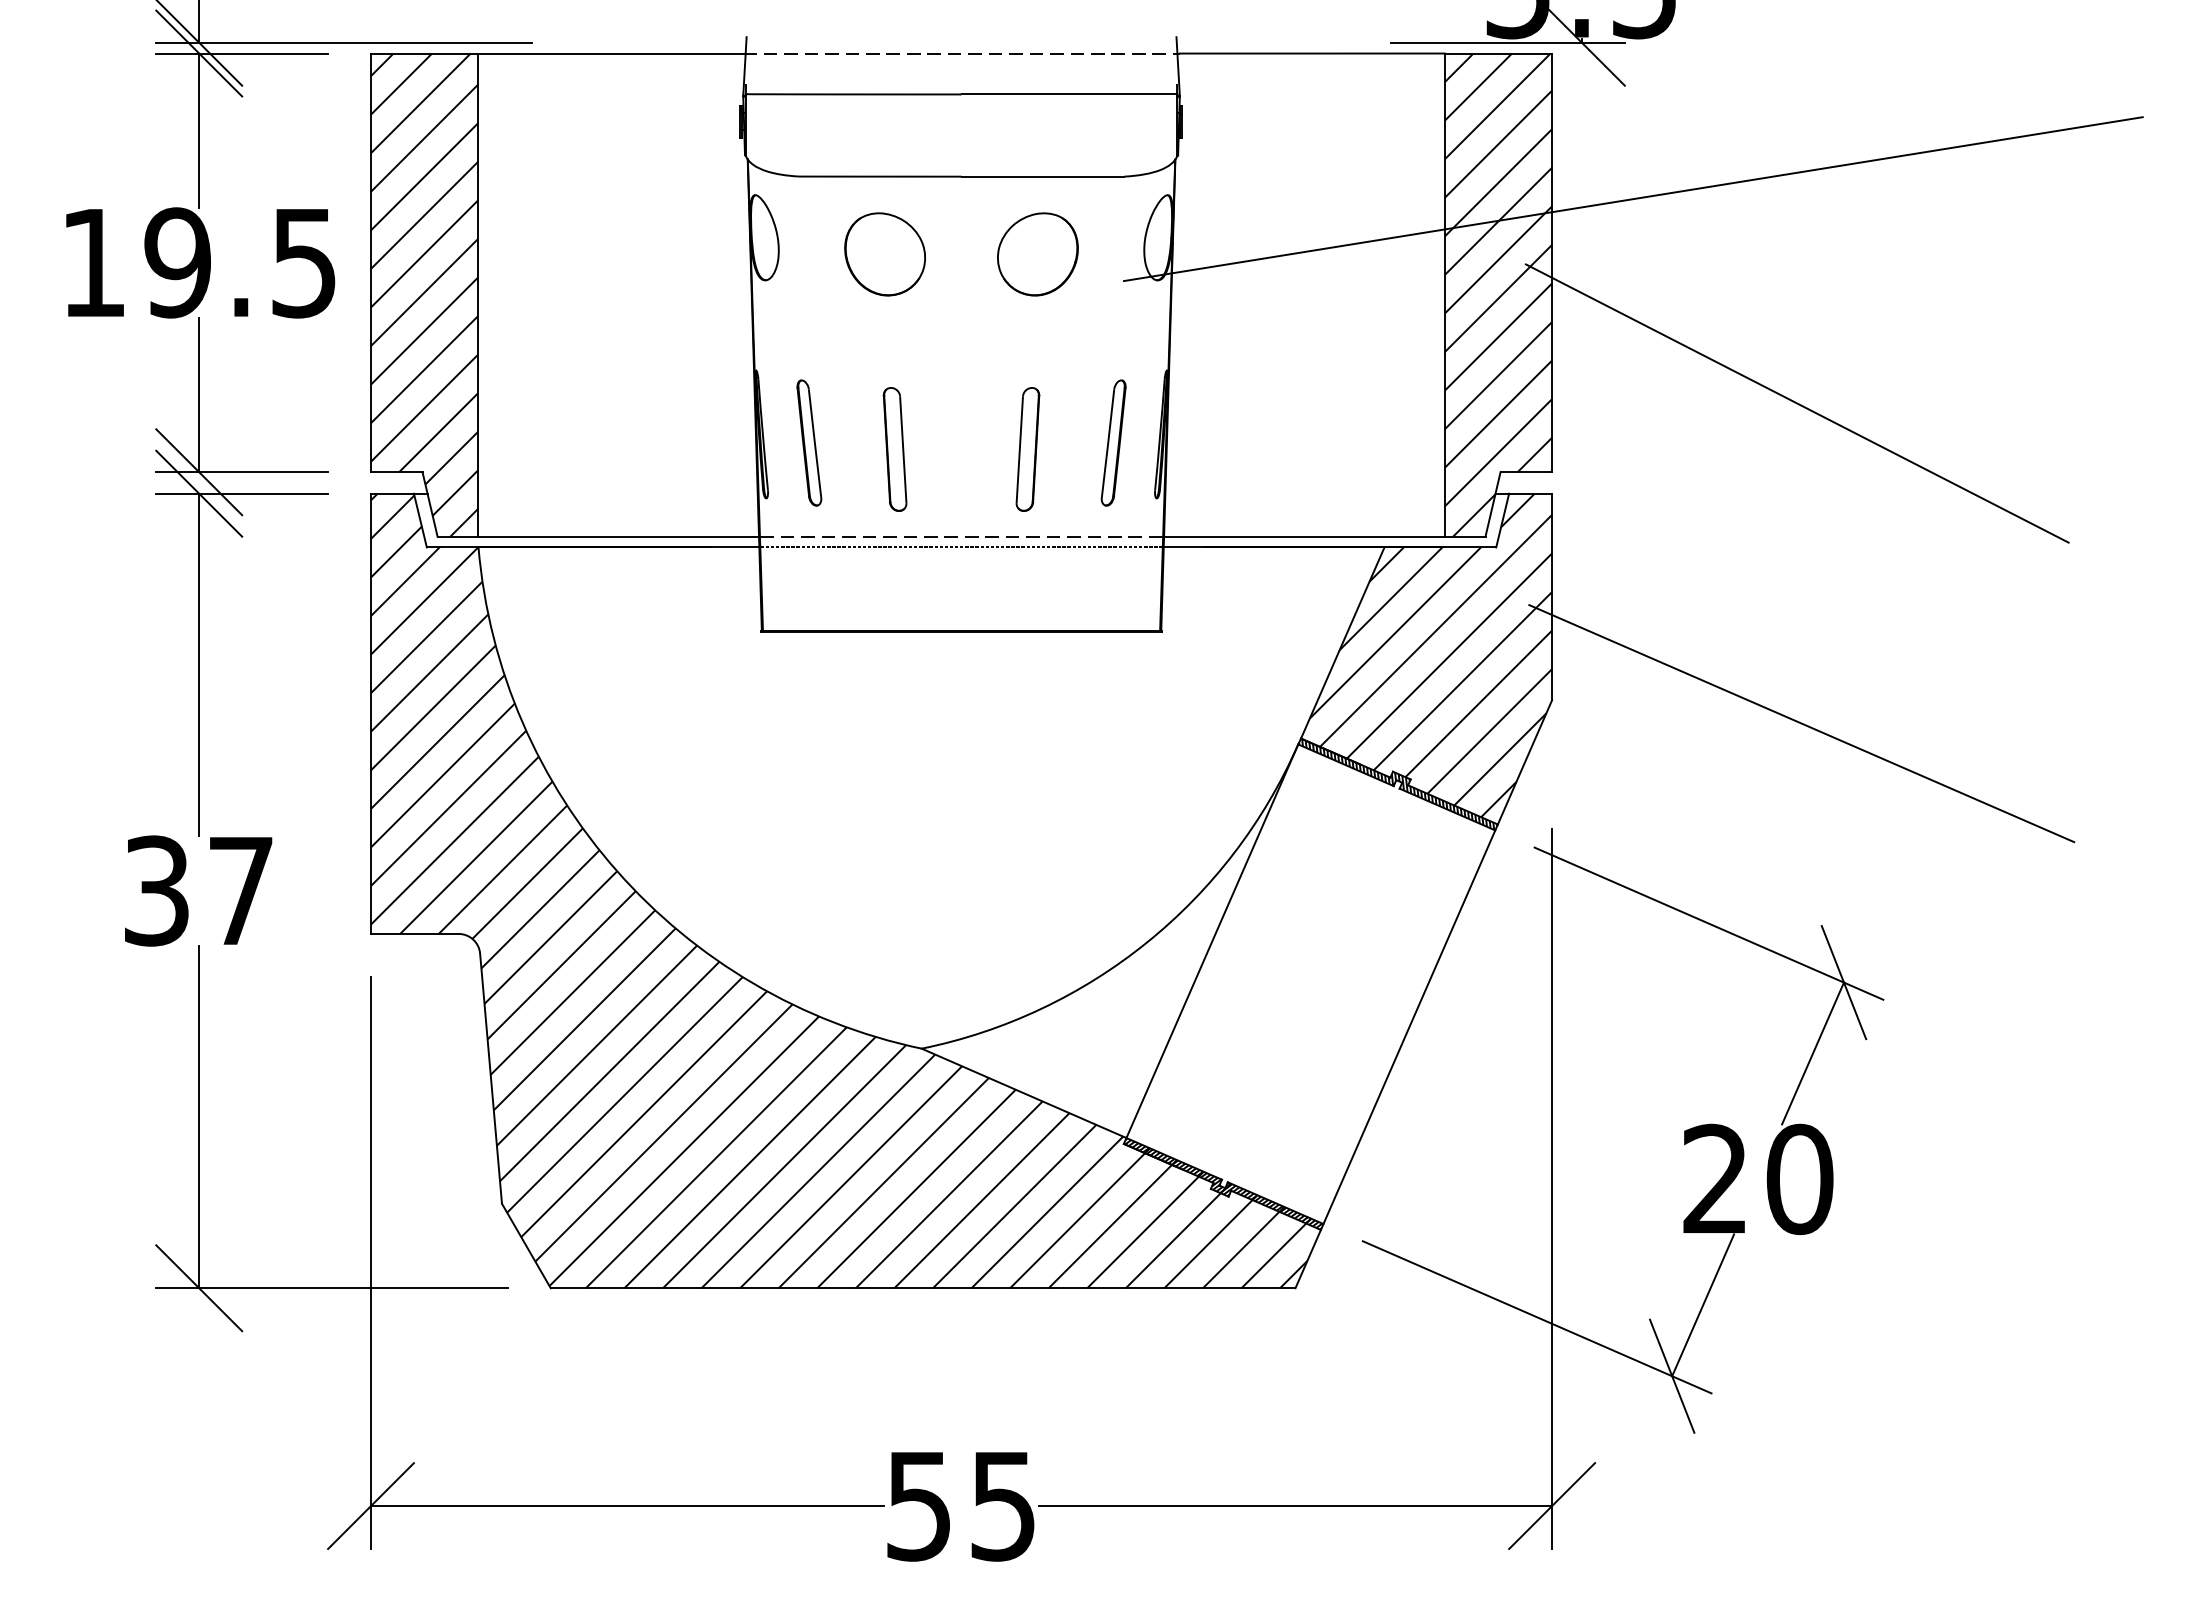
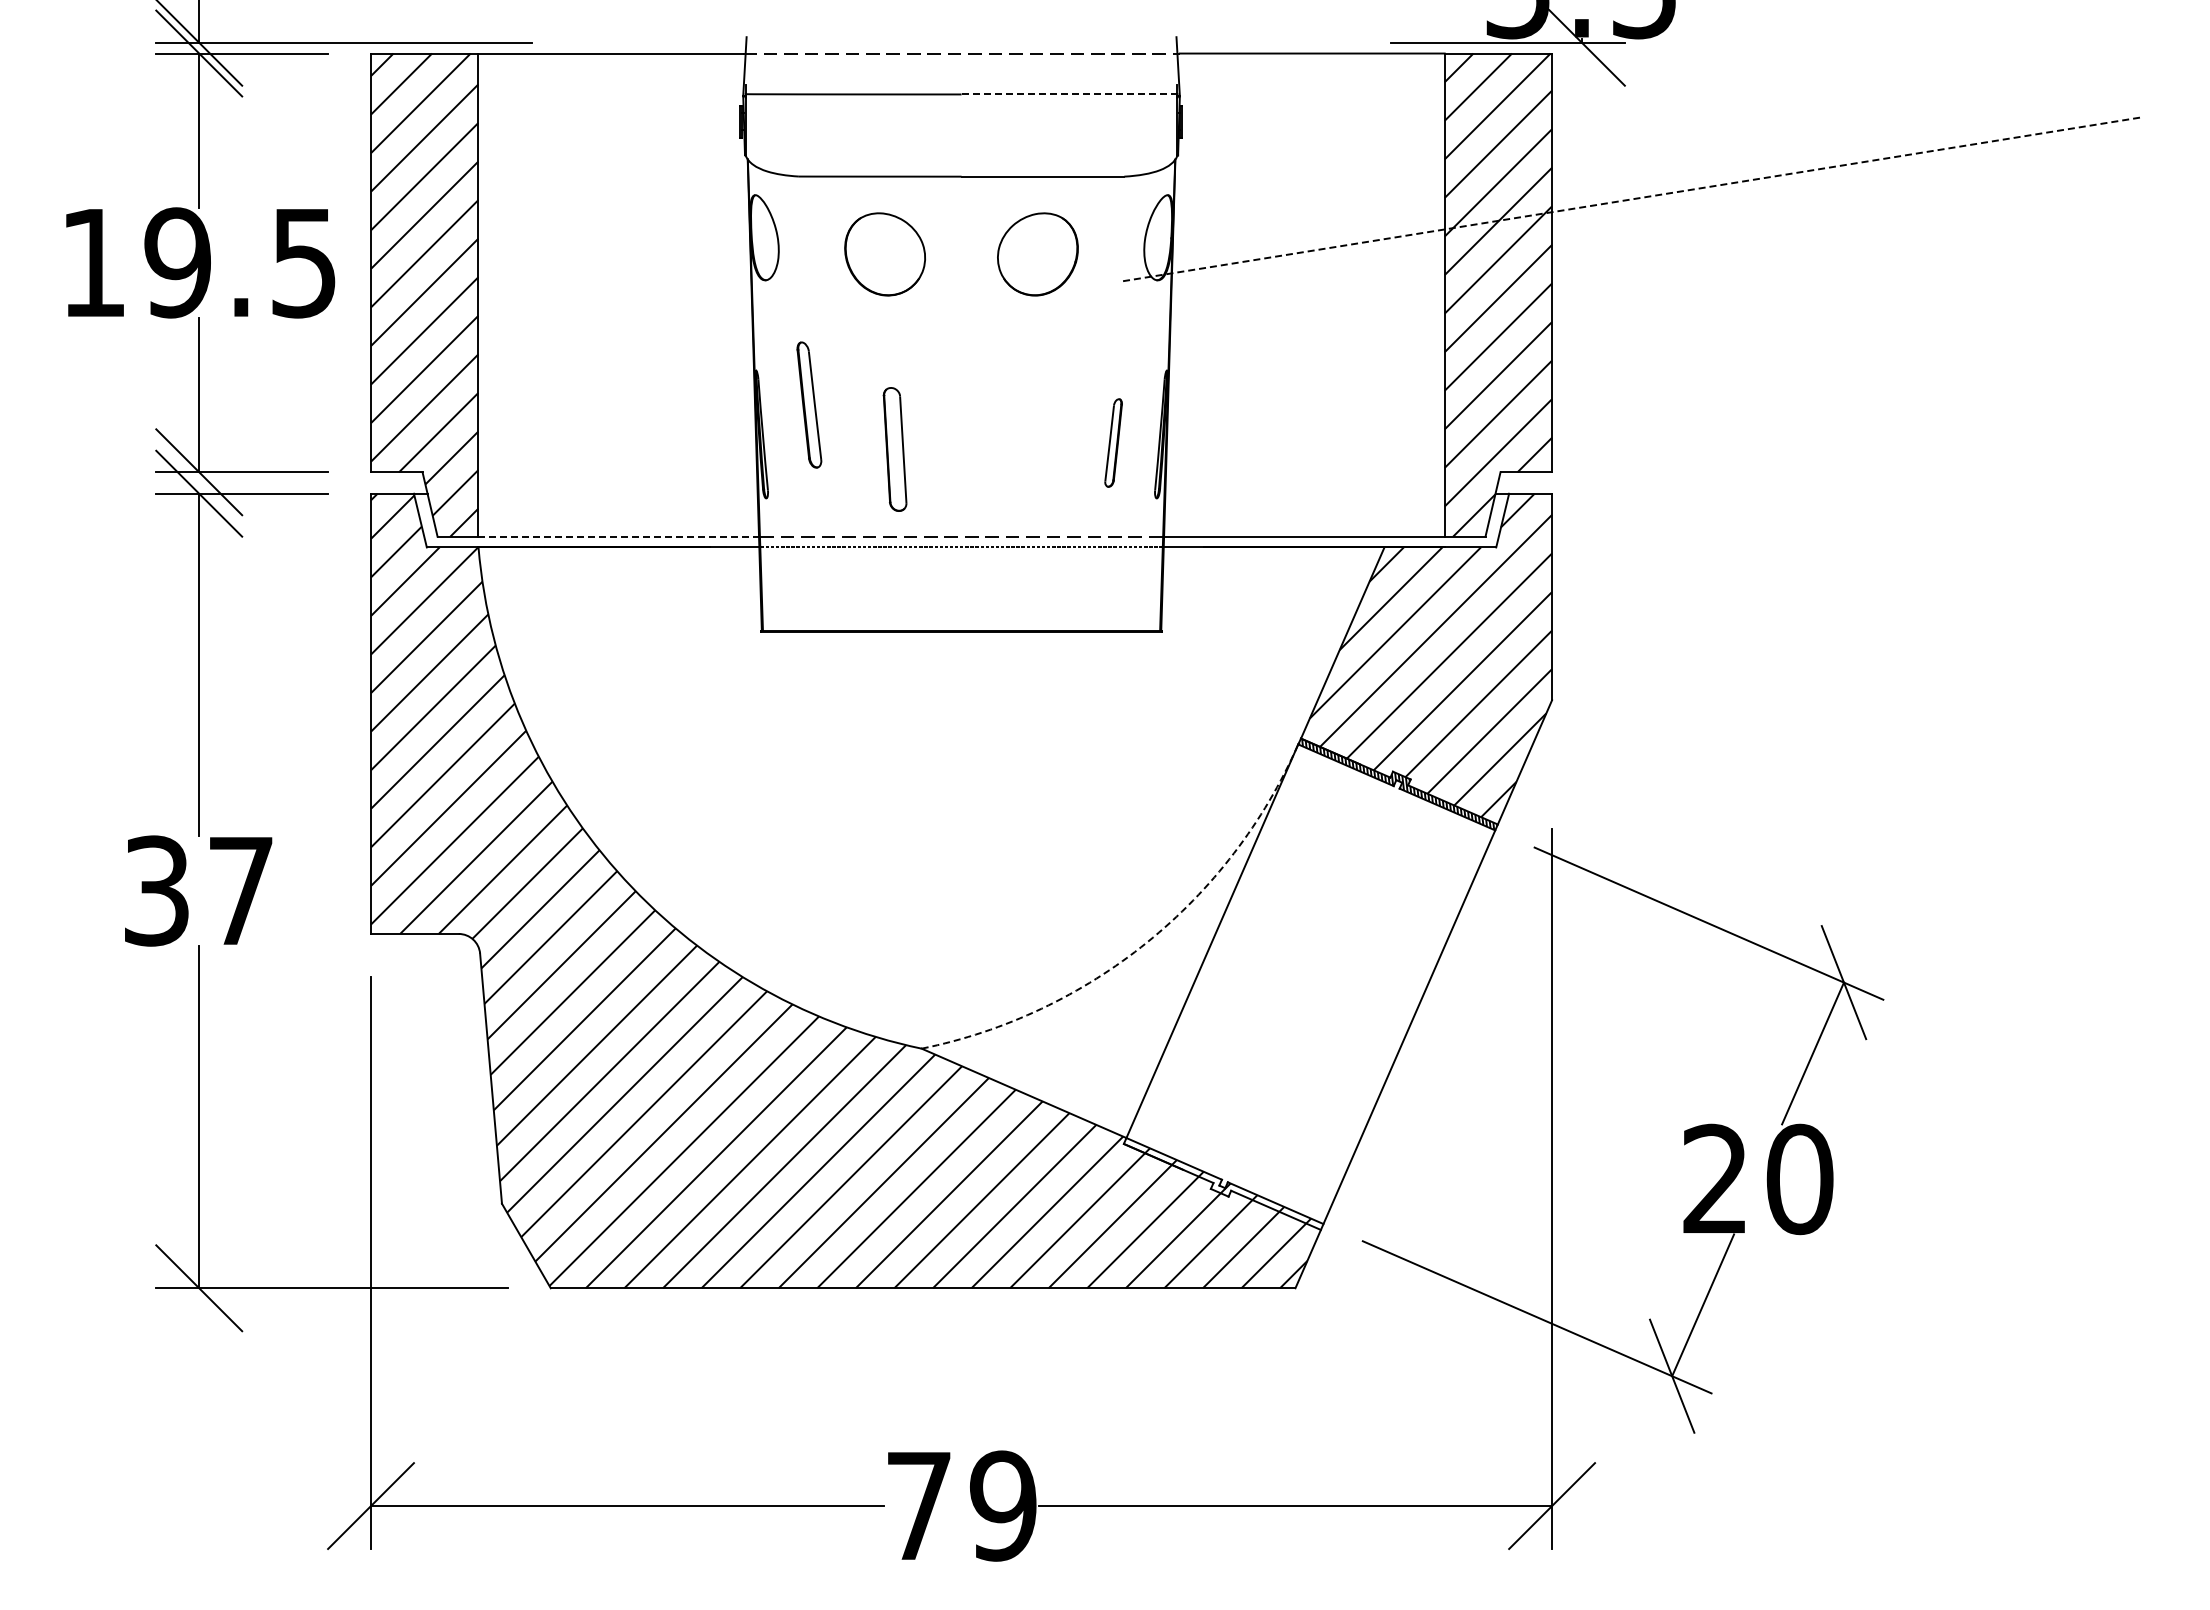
line at (1069, 94): solid -> dashed
line at (1633, 199): solid -> dashed
line at (1796, 403): present -> none
part at (809, 442) position: (809, 442) -> (809, 404)
part at (1113, 442) size: 27x128 px -> 19x90 px
part at (1027, 449): present -> none
line at (619, 536): solid -> dashed
line at (1801, 723): present -> none
arc at (1147, 942): solid -> dashed
hatch at (1223, 1183): present -> none
text at (961, 1505): 55 -> 79
